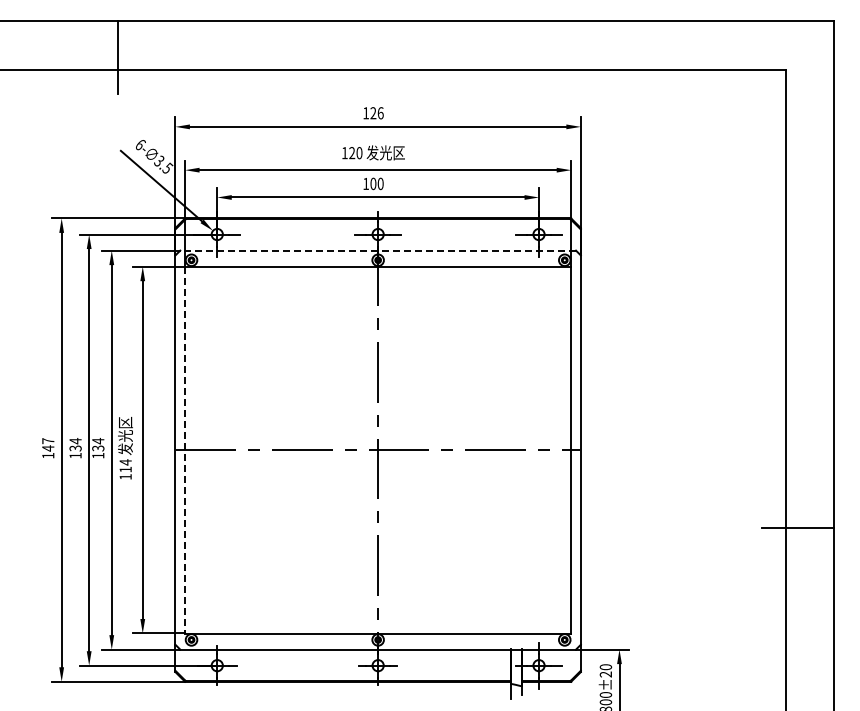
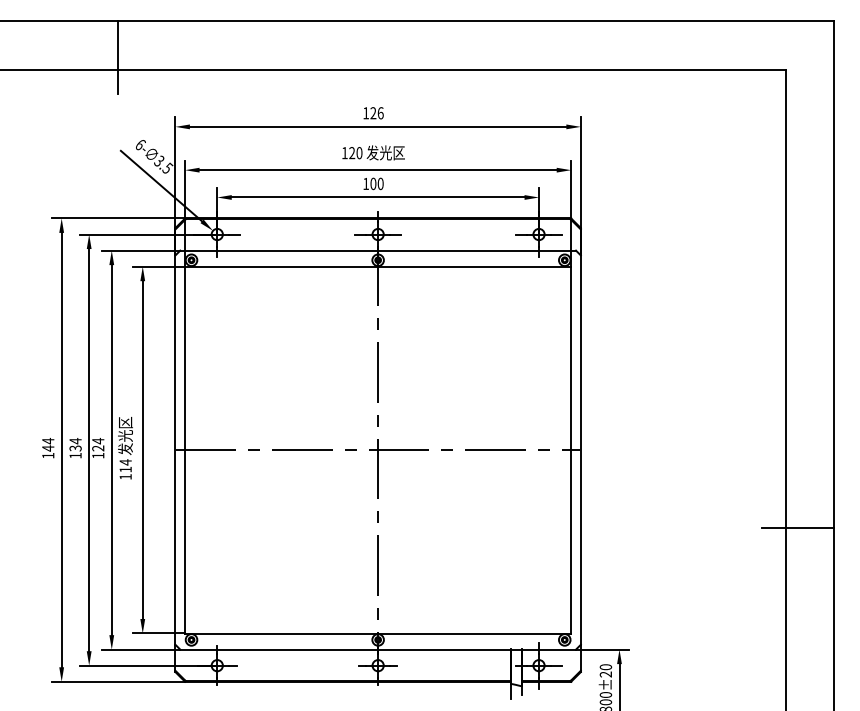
line at (378, 250): dashed -> solid
text at (48, 441): 147 -> 144
text at (98, 448): 134 -> 124
line at (185, 450): dashed -> solid
